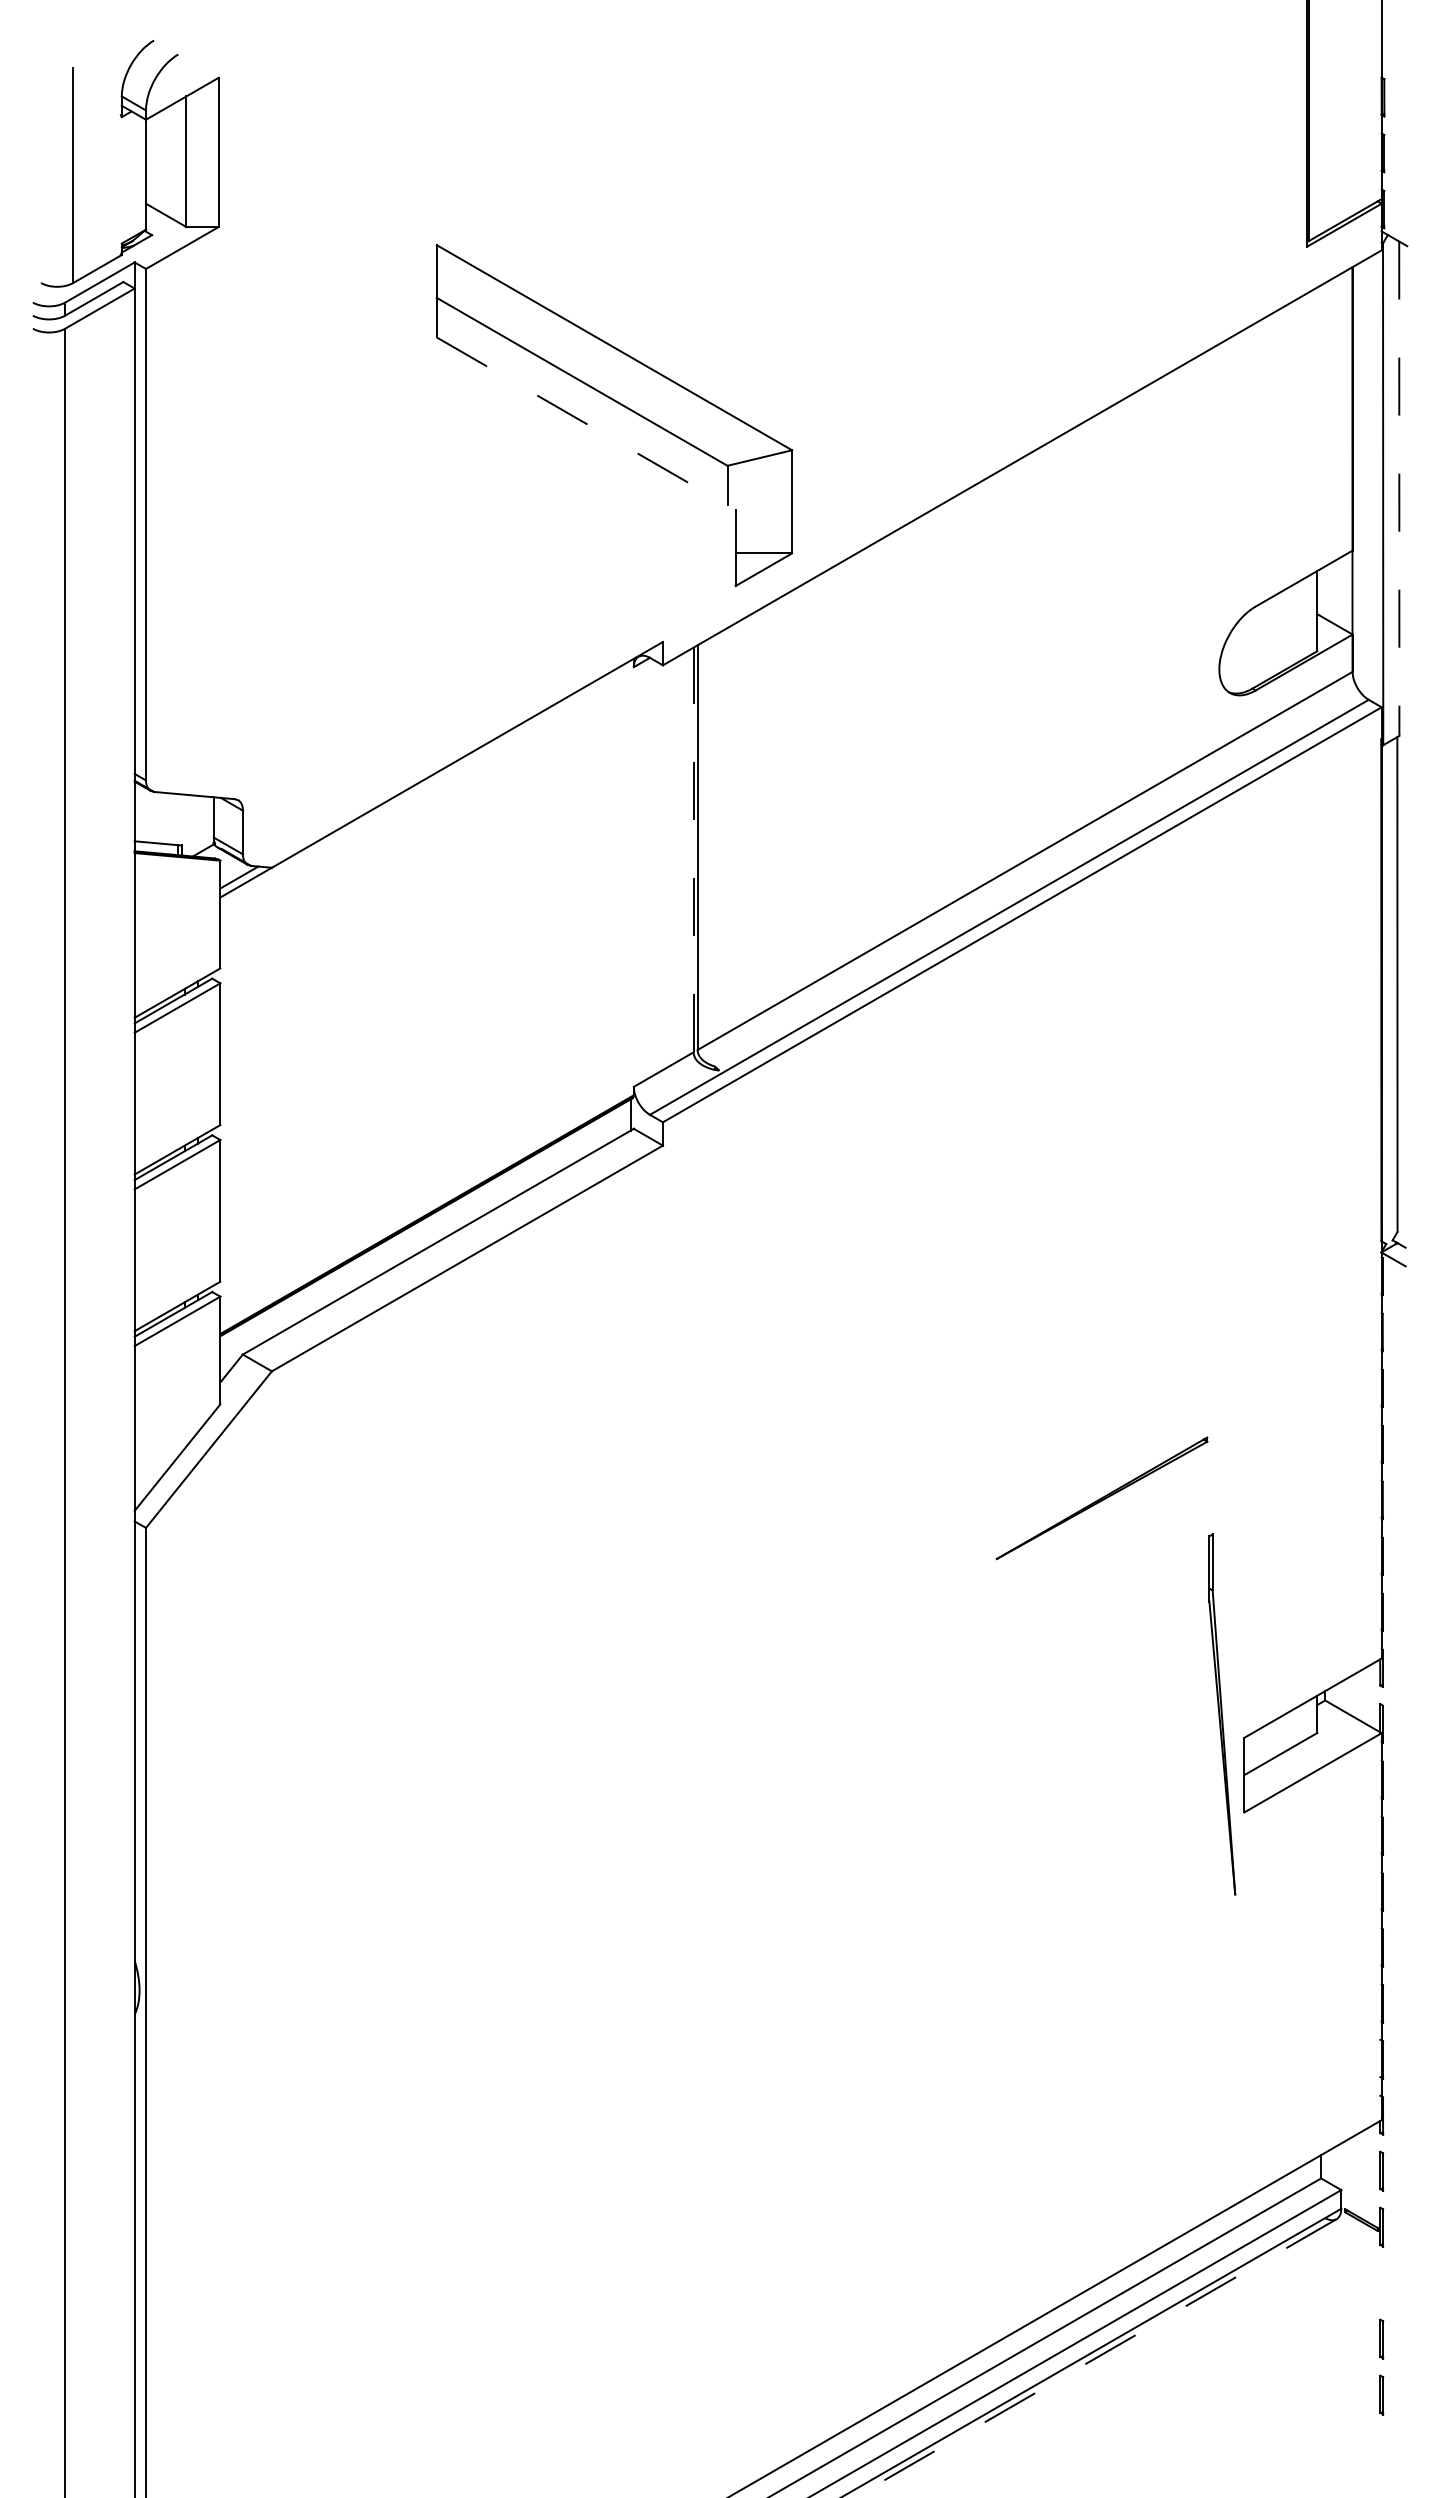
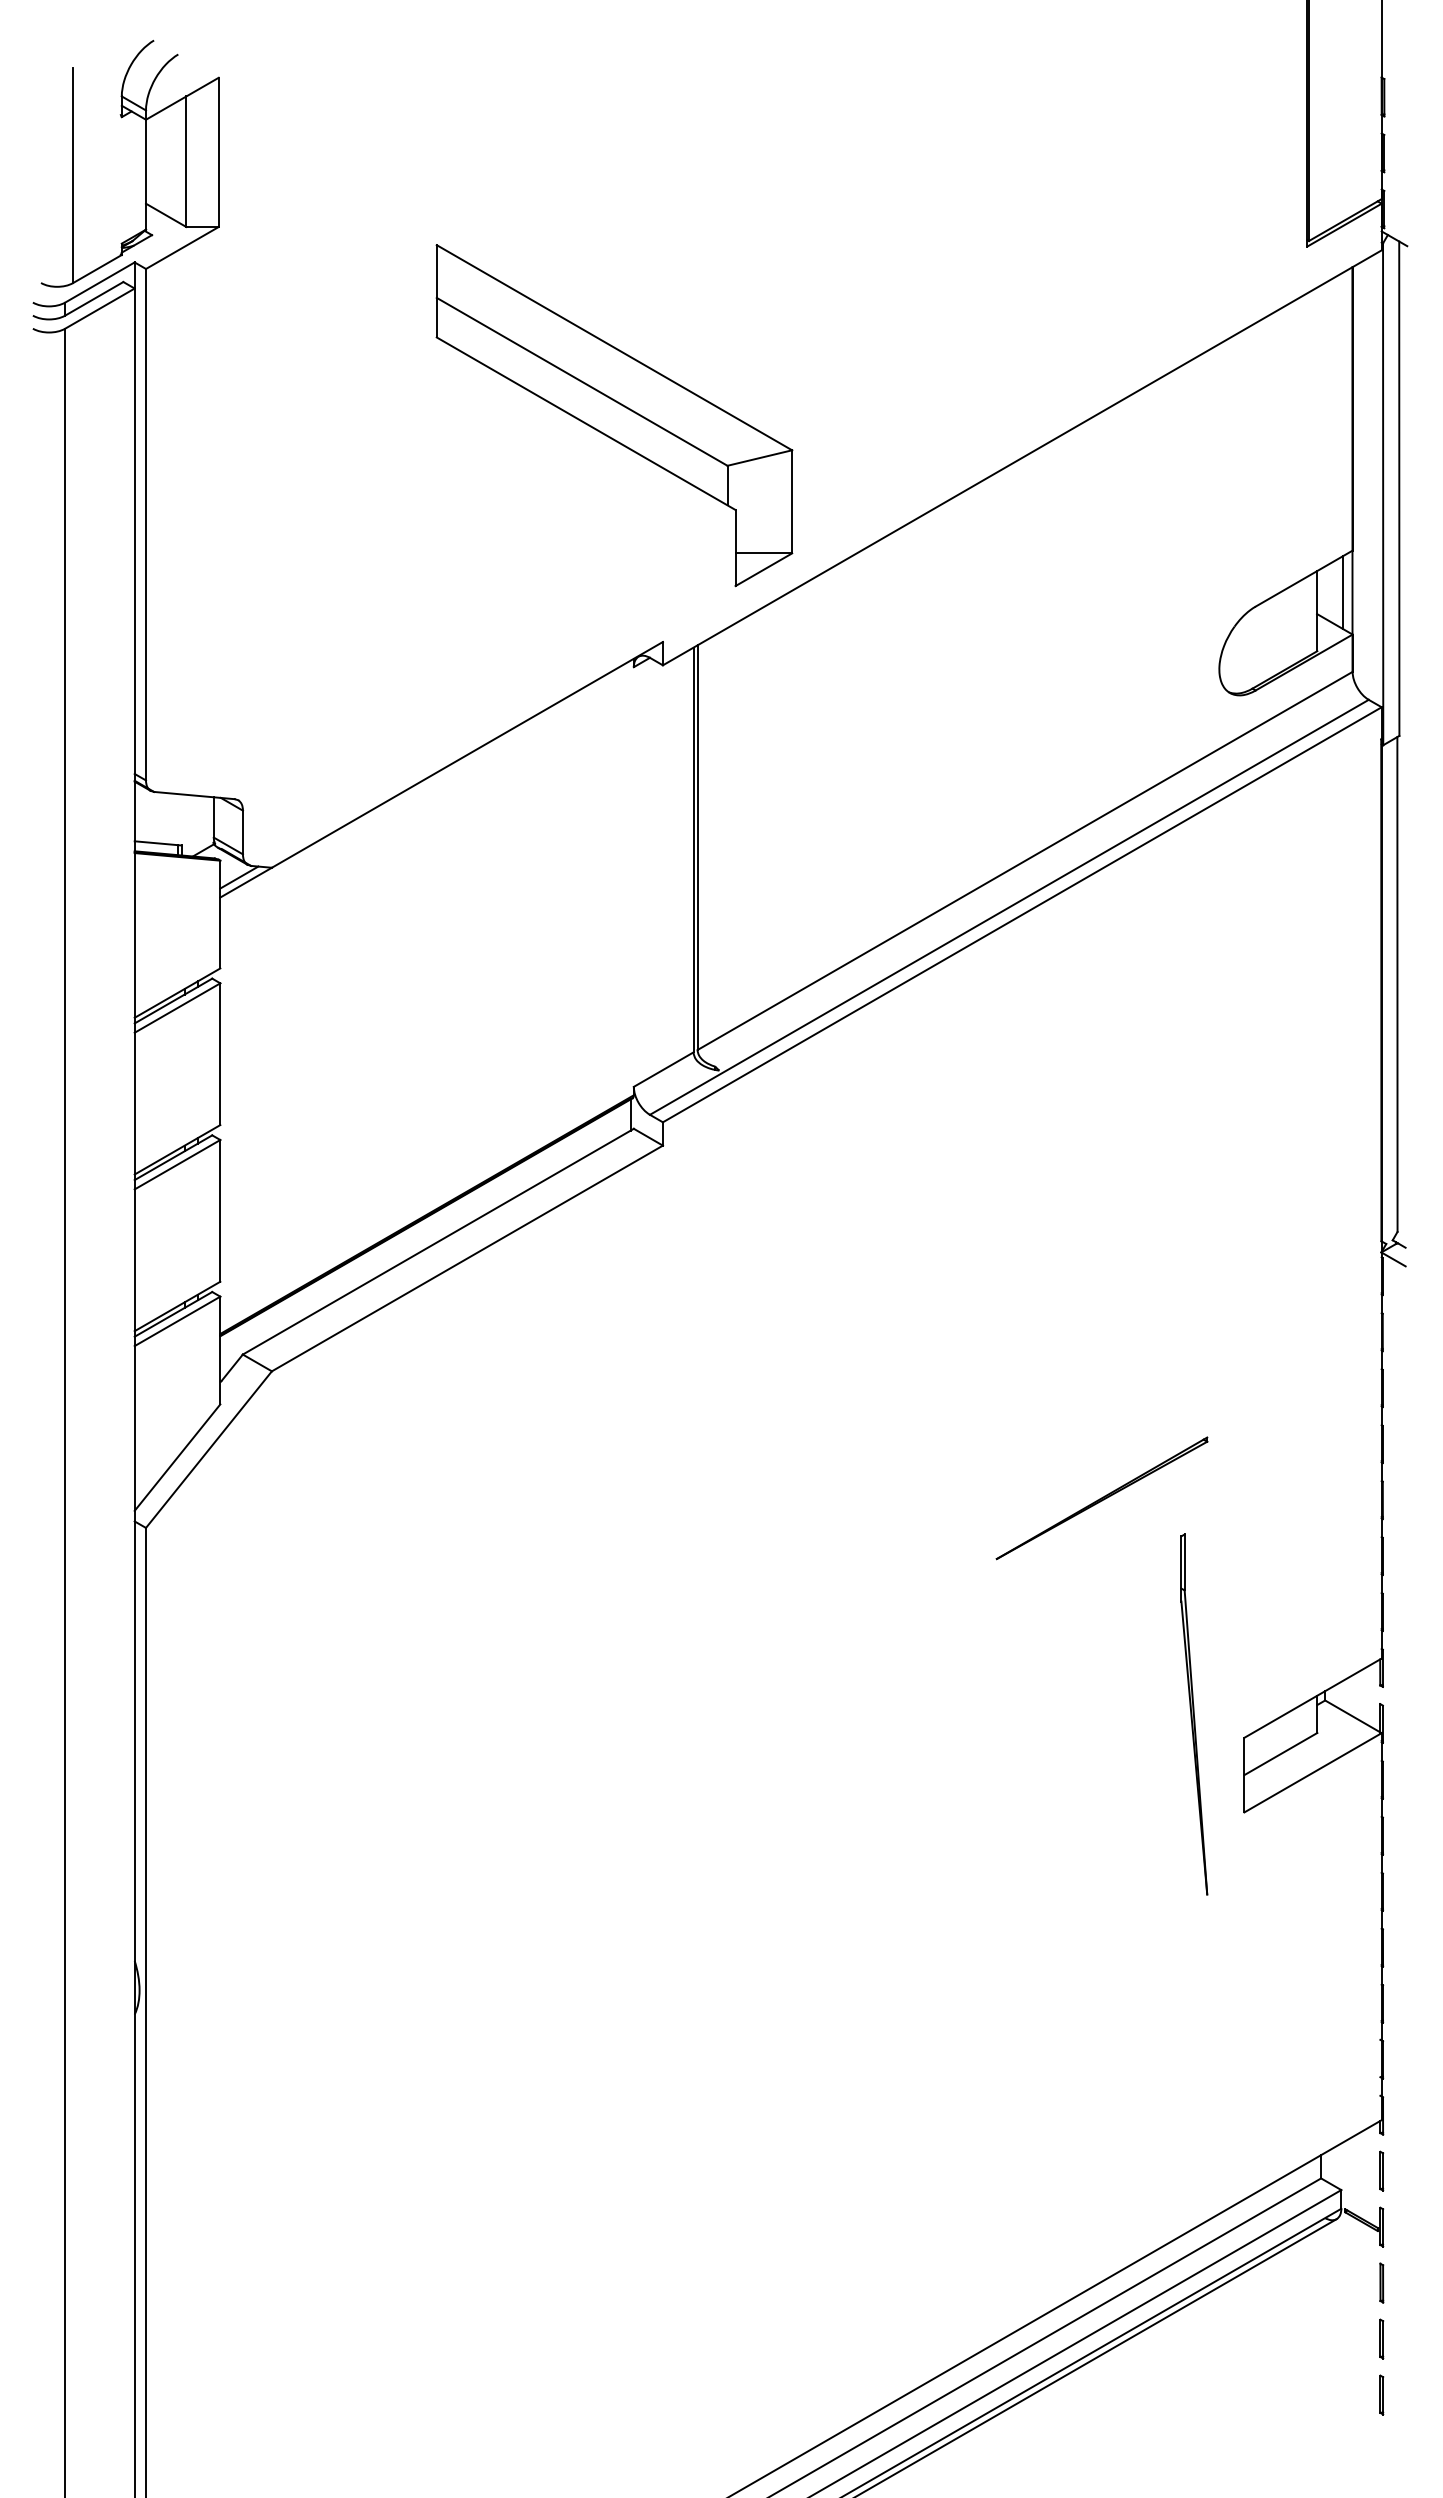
line at (586, 423): dashed -> solid
line at (1399, 489): dashed -> solid
line at (1342, 592): none -> present
line at (693, 849): dashed -> solid
part at (1222, 1714) position: (1222, 1714) -> (1194, 1714)
part at (1381, 2282): none -> present
line at (1095, 2358): dashed -> solid
